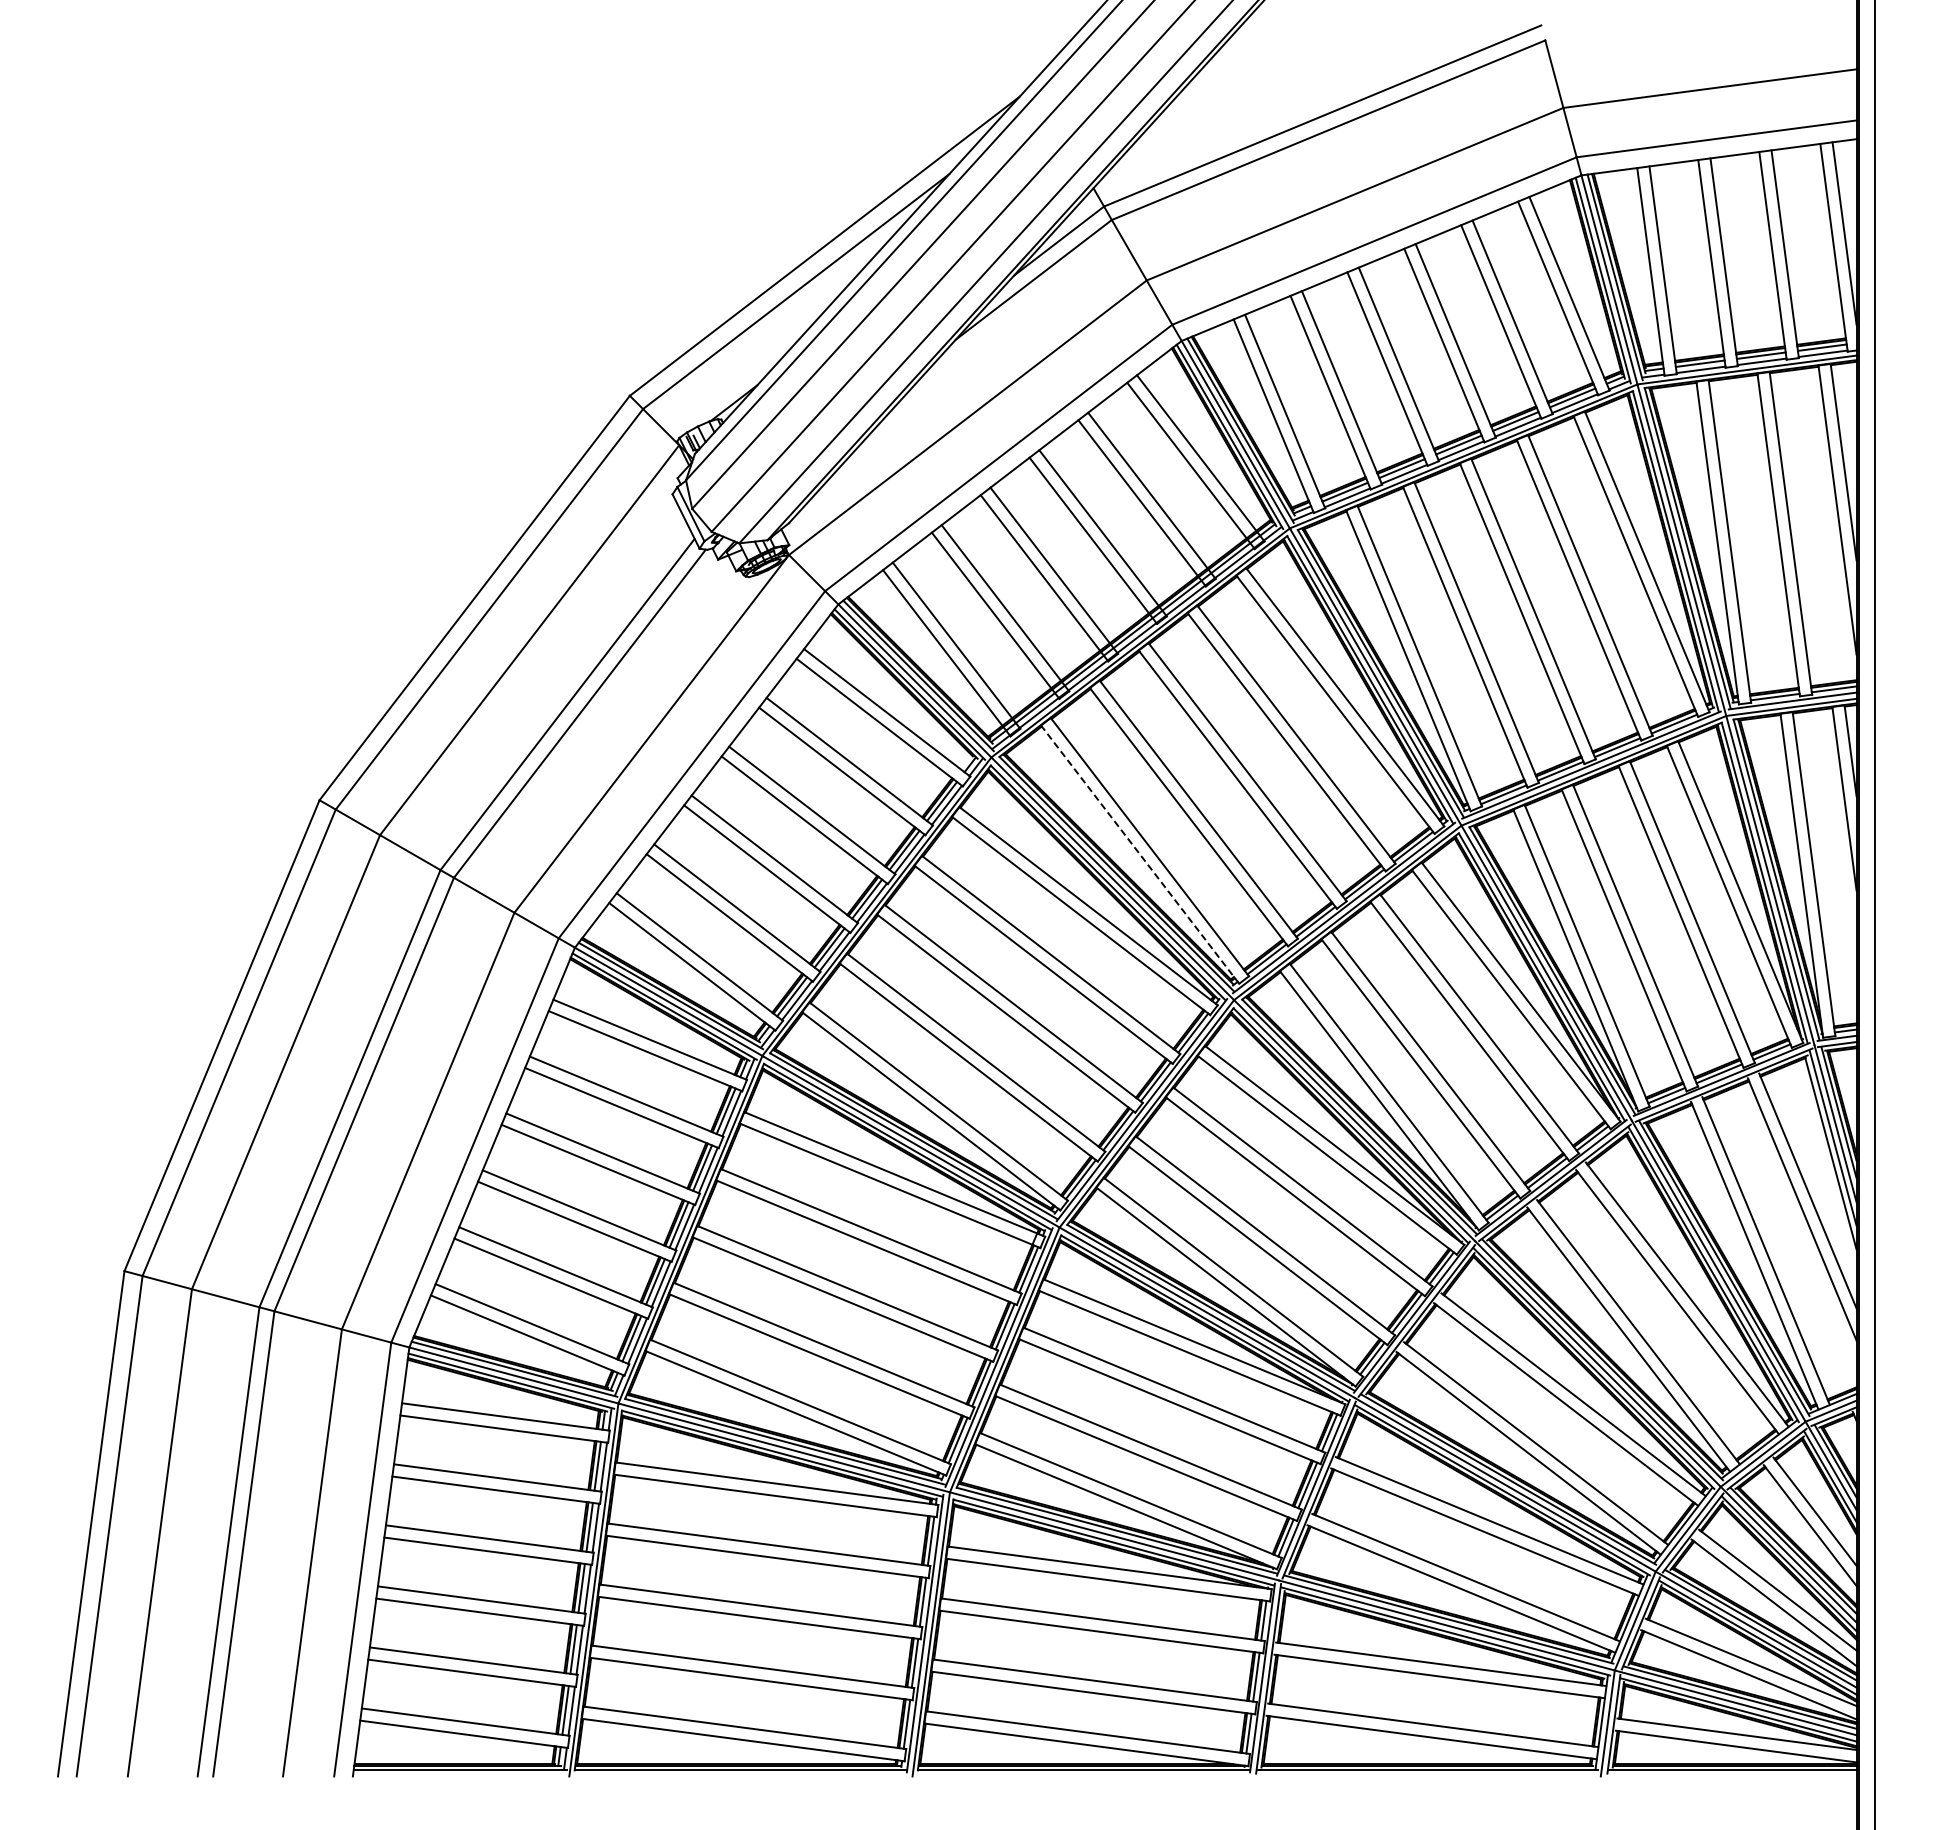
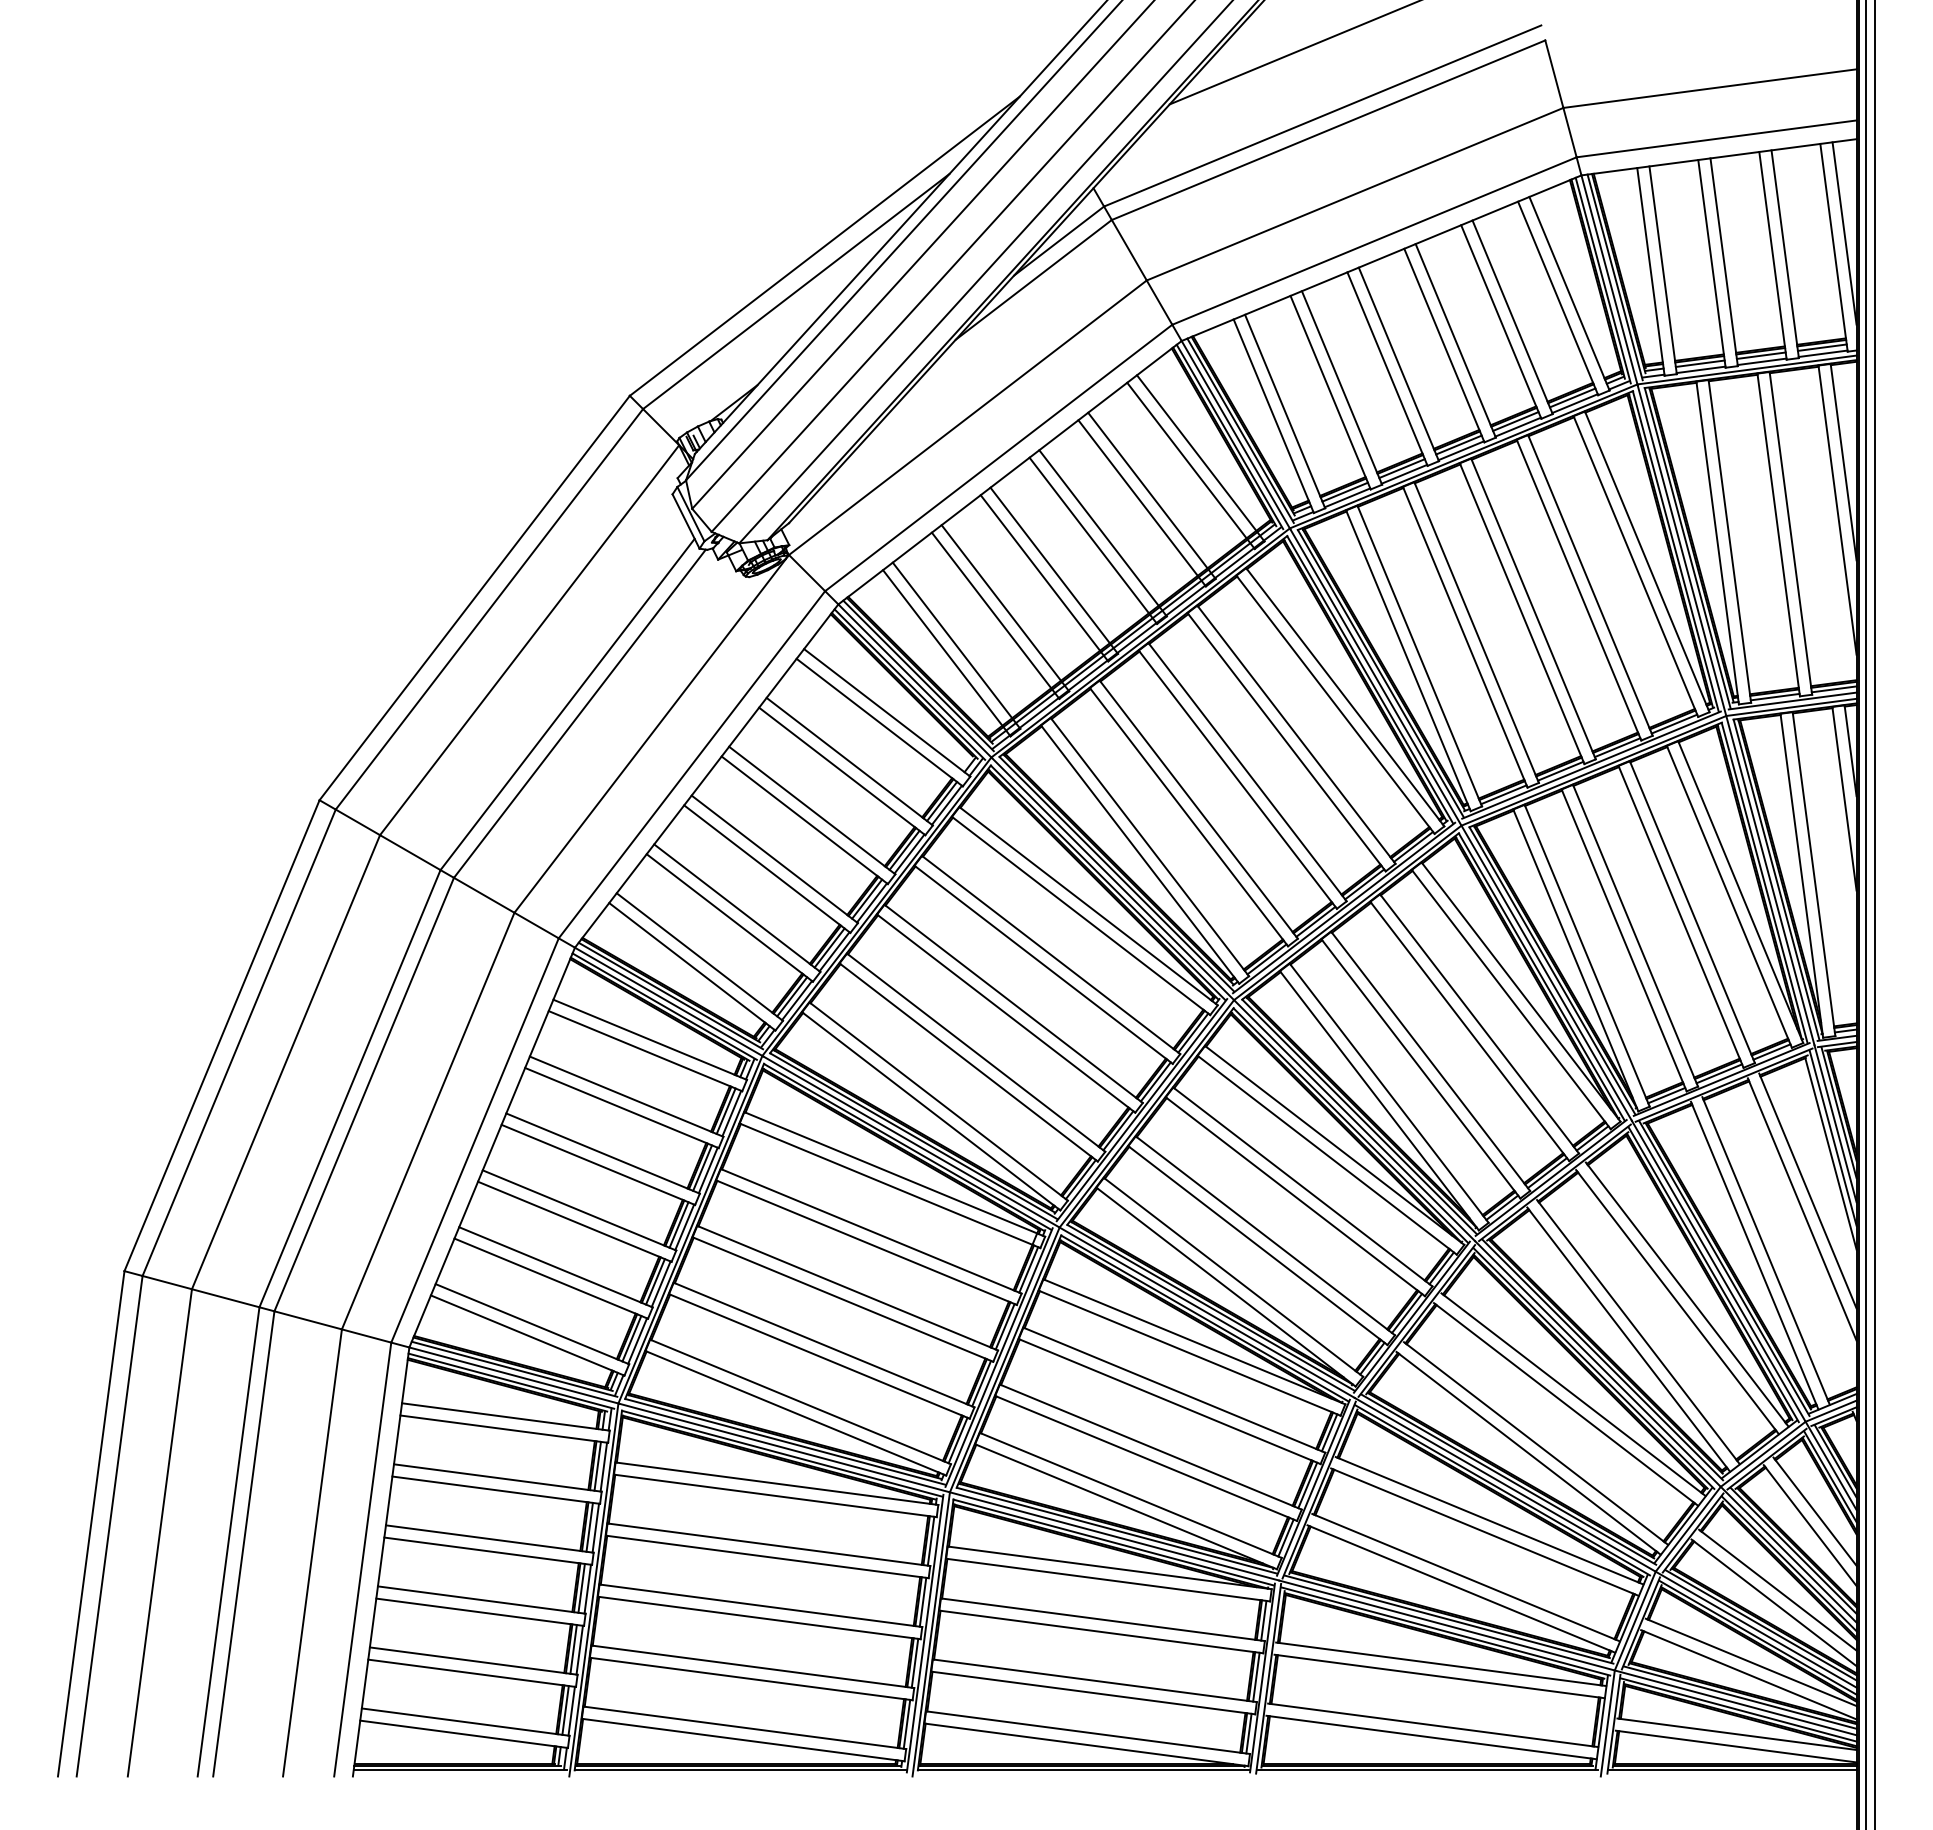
line at (1292, 53): none -> present
line at (1140, 854): dashed -> solid
line at (1865, 914): none -> present
